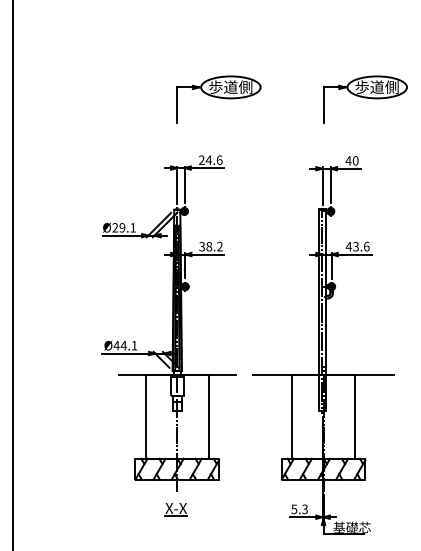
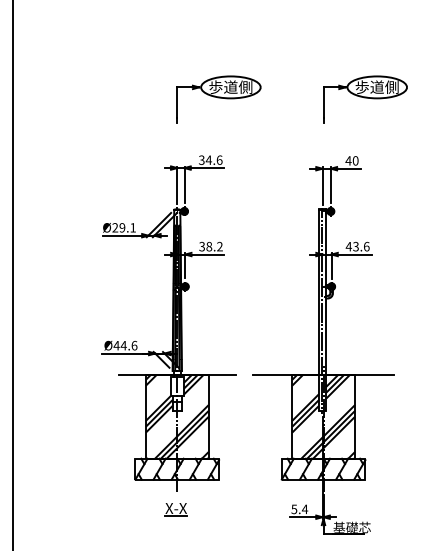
text at (201, 160): 24.6 -> 34.6
text at (134, 345): Ø44.1 -> Ø44.6
hatch at (176, 416): none -> present
hatch at (323, 416): none -> present
text at (304, 509): 5.3 -> 5.4
